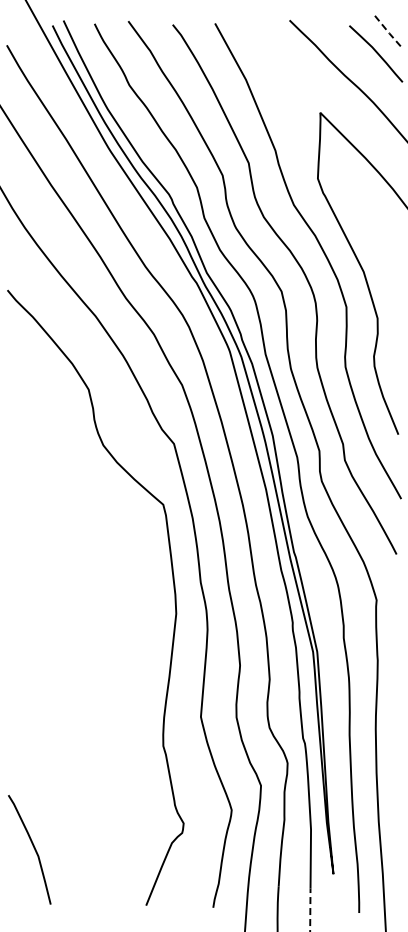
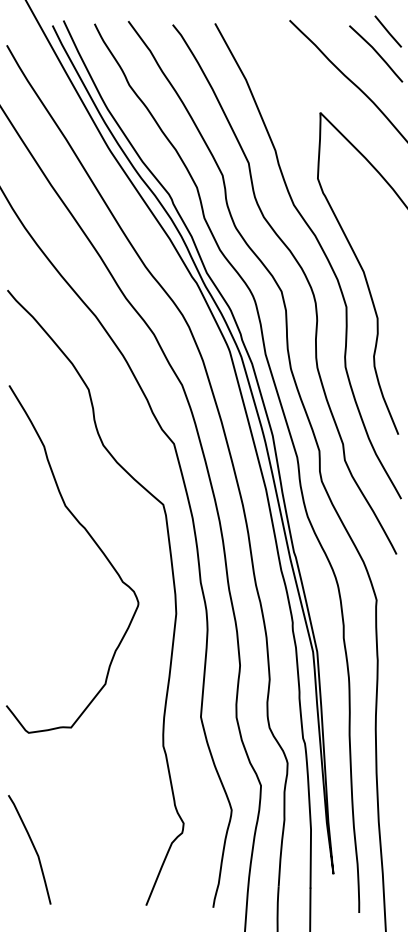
line at (388, 32): dashed -> solid
curve at (95, 544): none -> present
line at (310, 909): dashed -> solid
